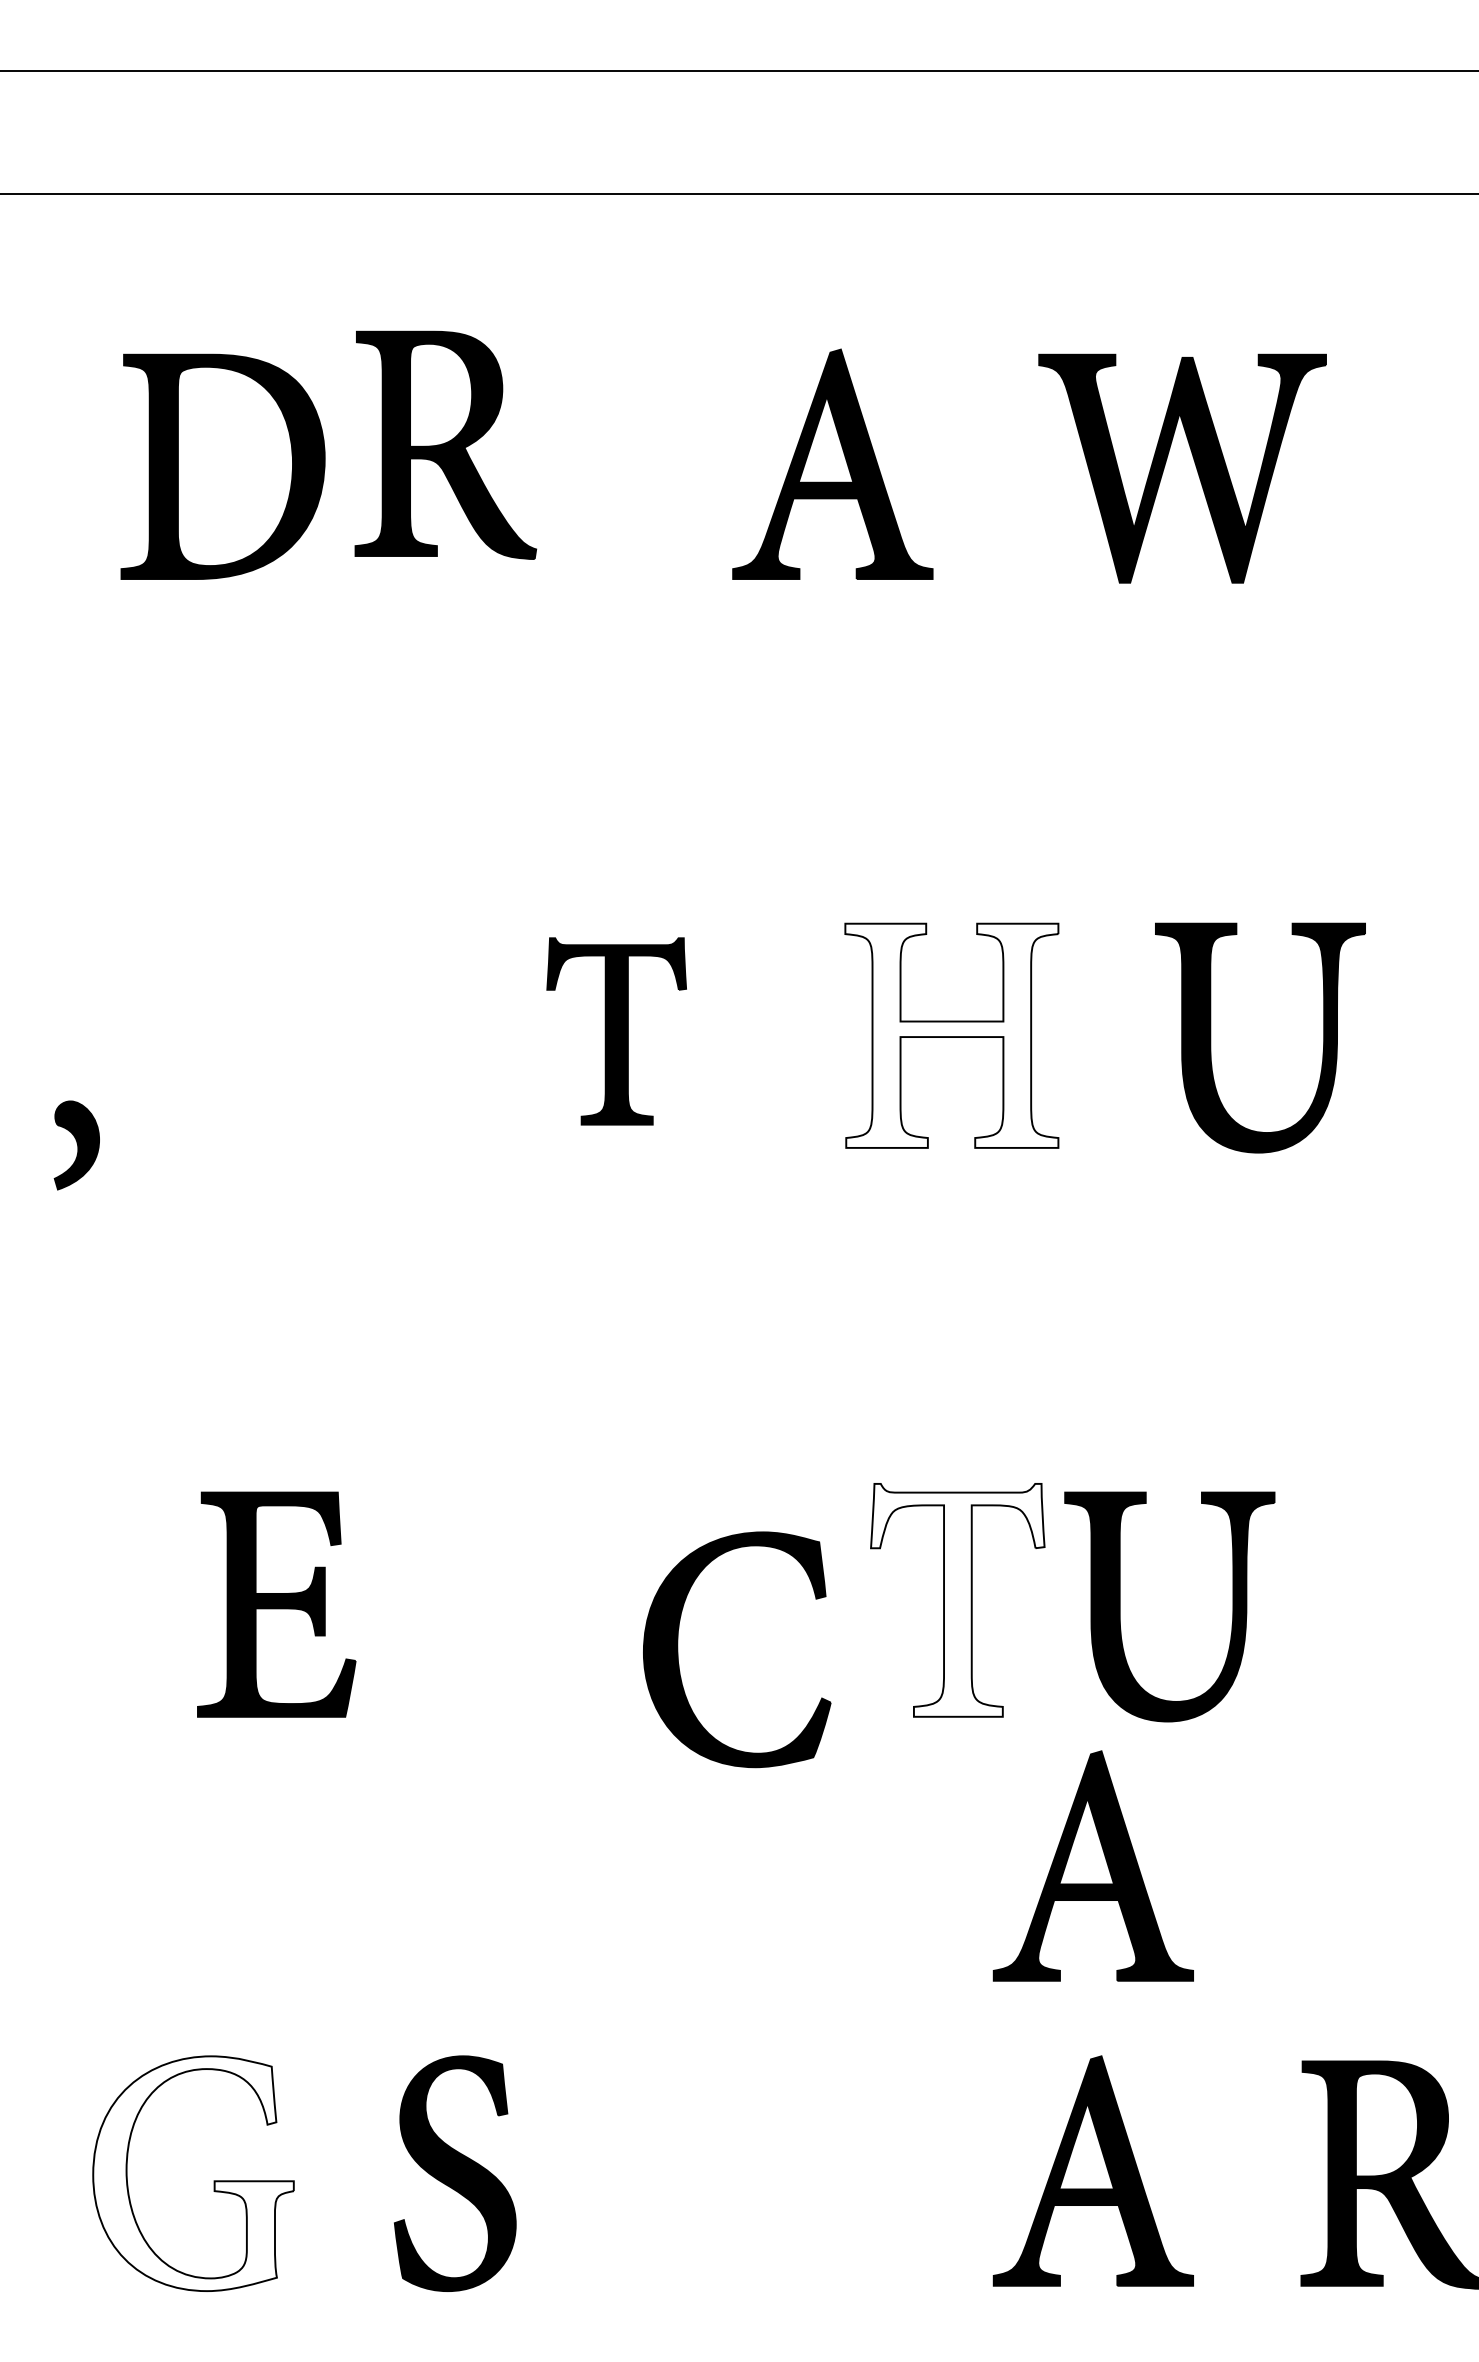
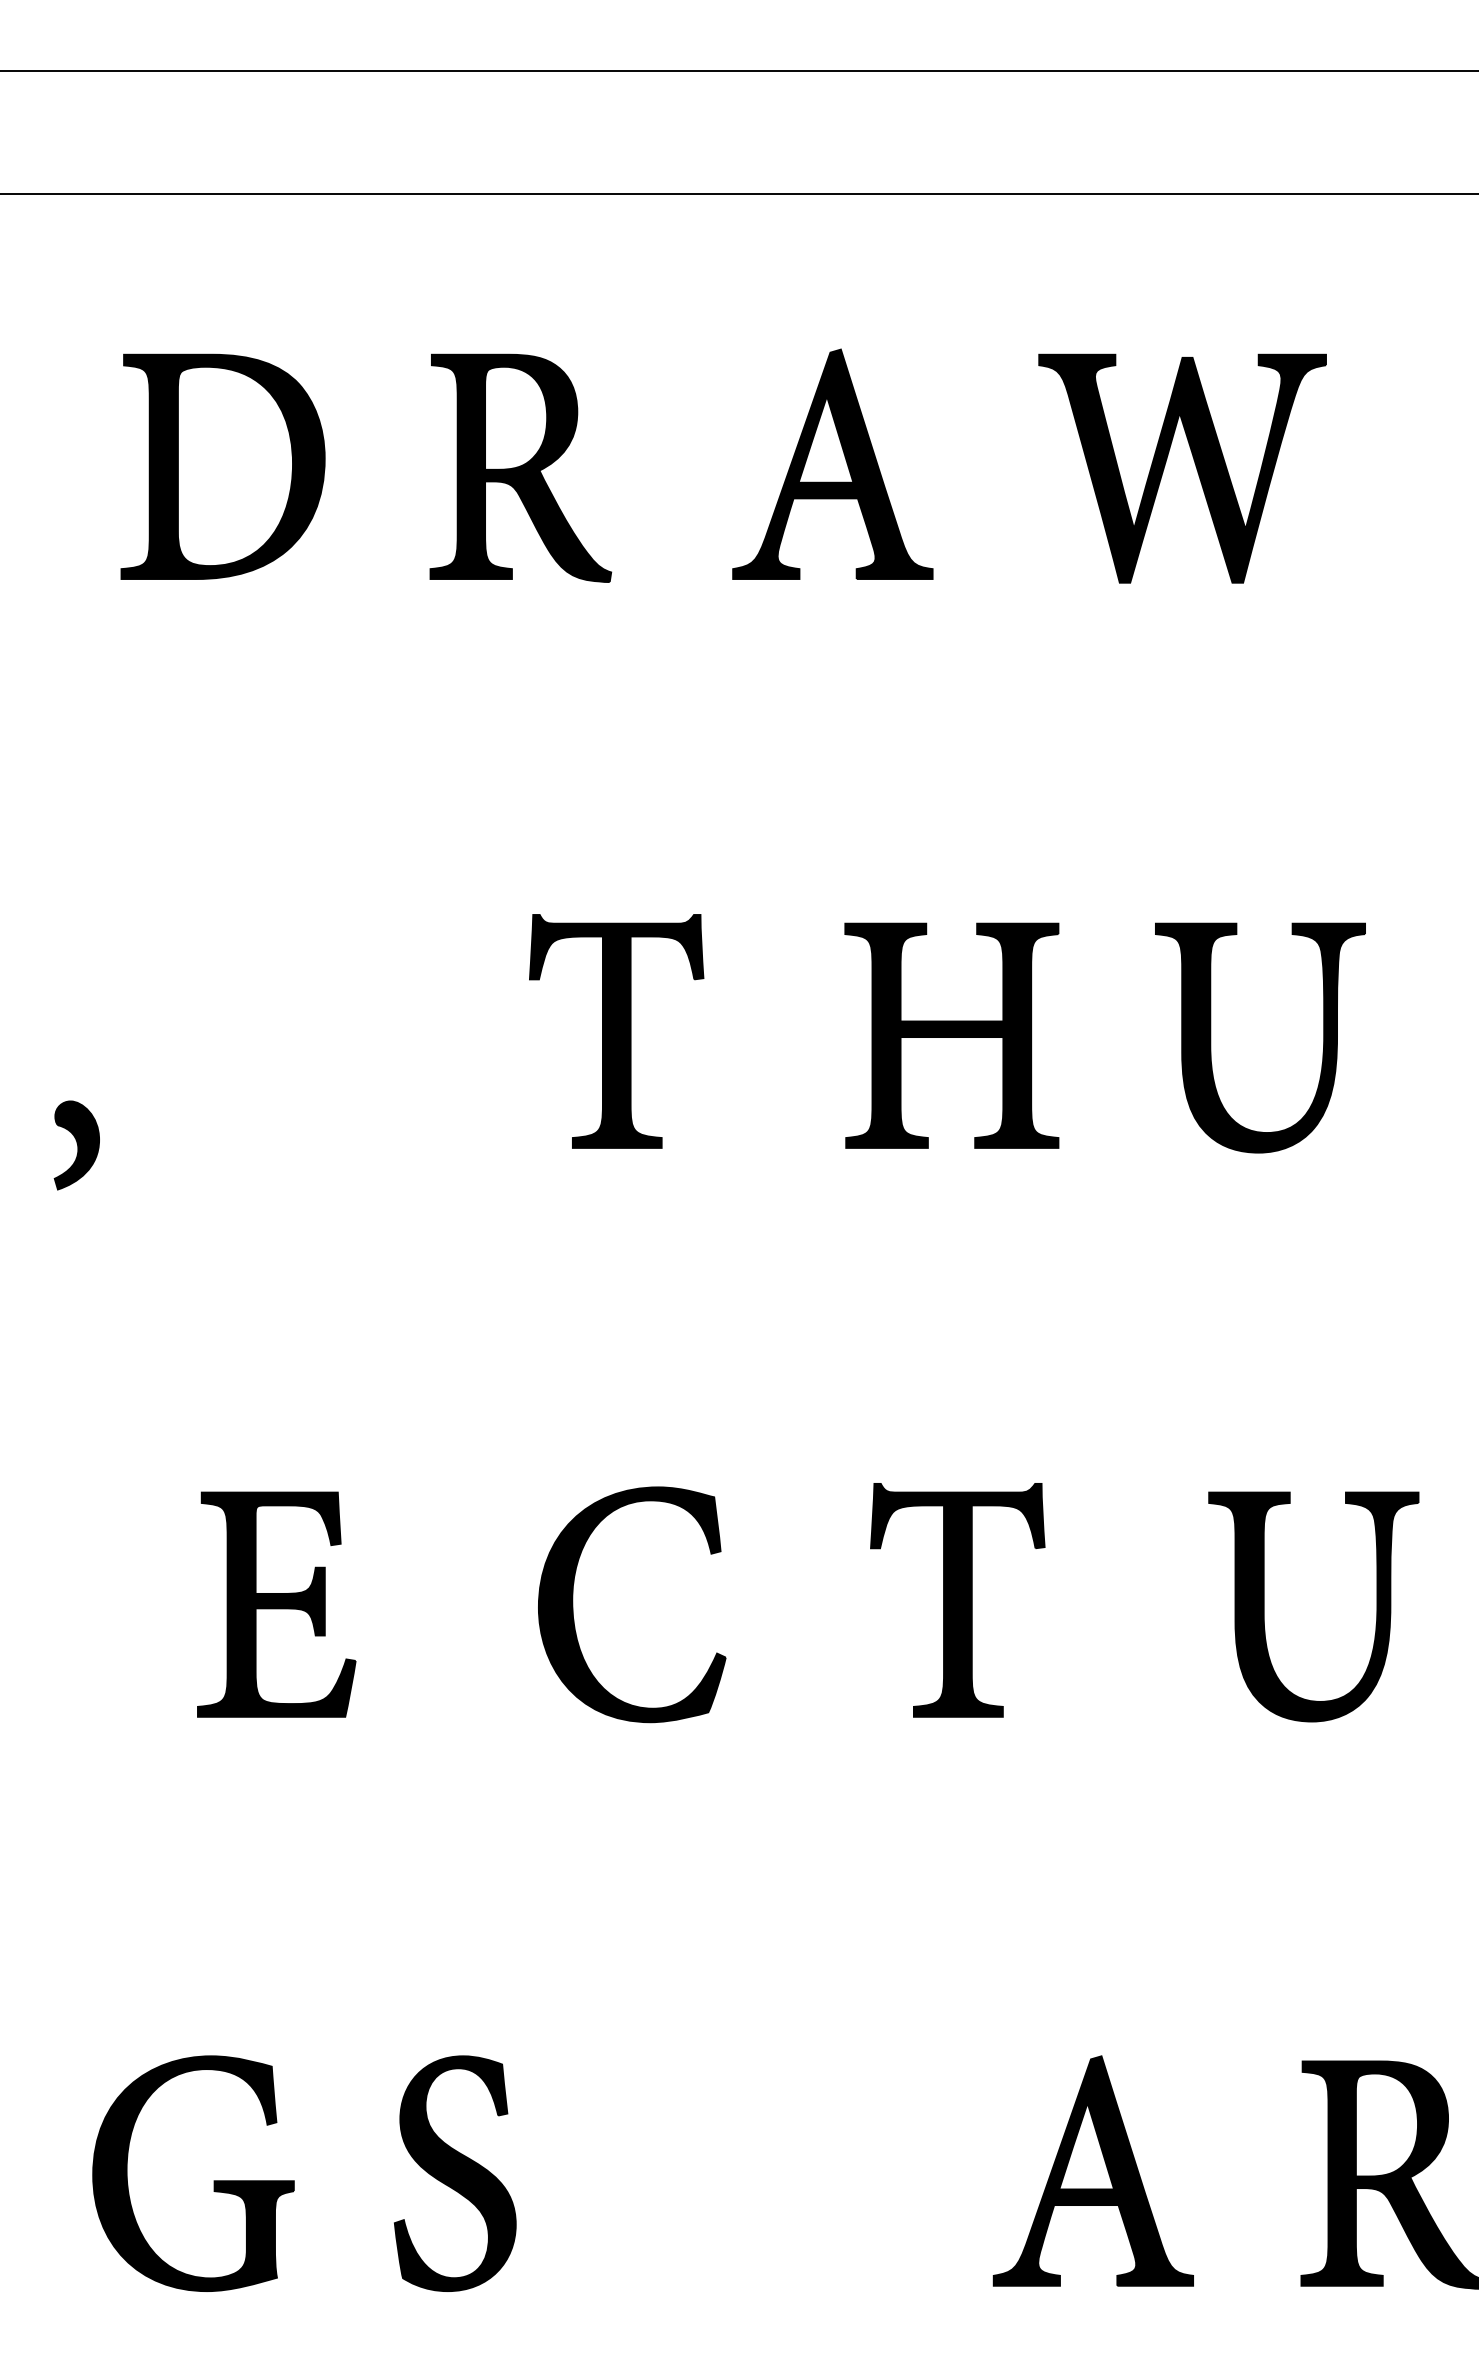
part at (445, 444) position: (445, 444) -> (520, 467)
part at (616, 1031) size: 141x189 px -> 176x235 px
fill at (951, 1035): none -> present
fill at (957, 1599): none -> present
part at (1120, 1606) position: (1120, 1606) -> (1264, 1606)
part at (678, 1649) position: (678, 1649) -> (573, 1604)
part at (1092, 1865): present -> none
fill at (193, 2173): none -> present
